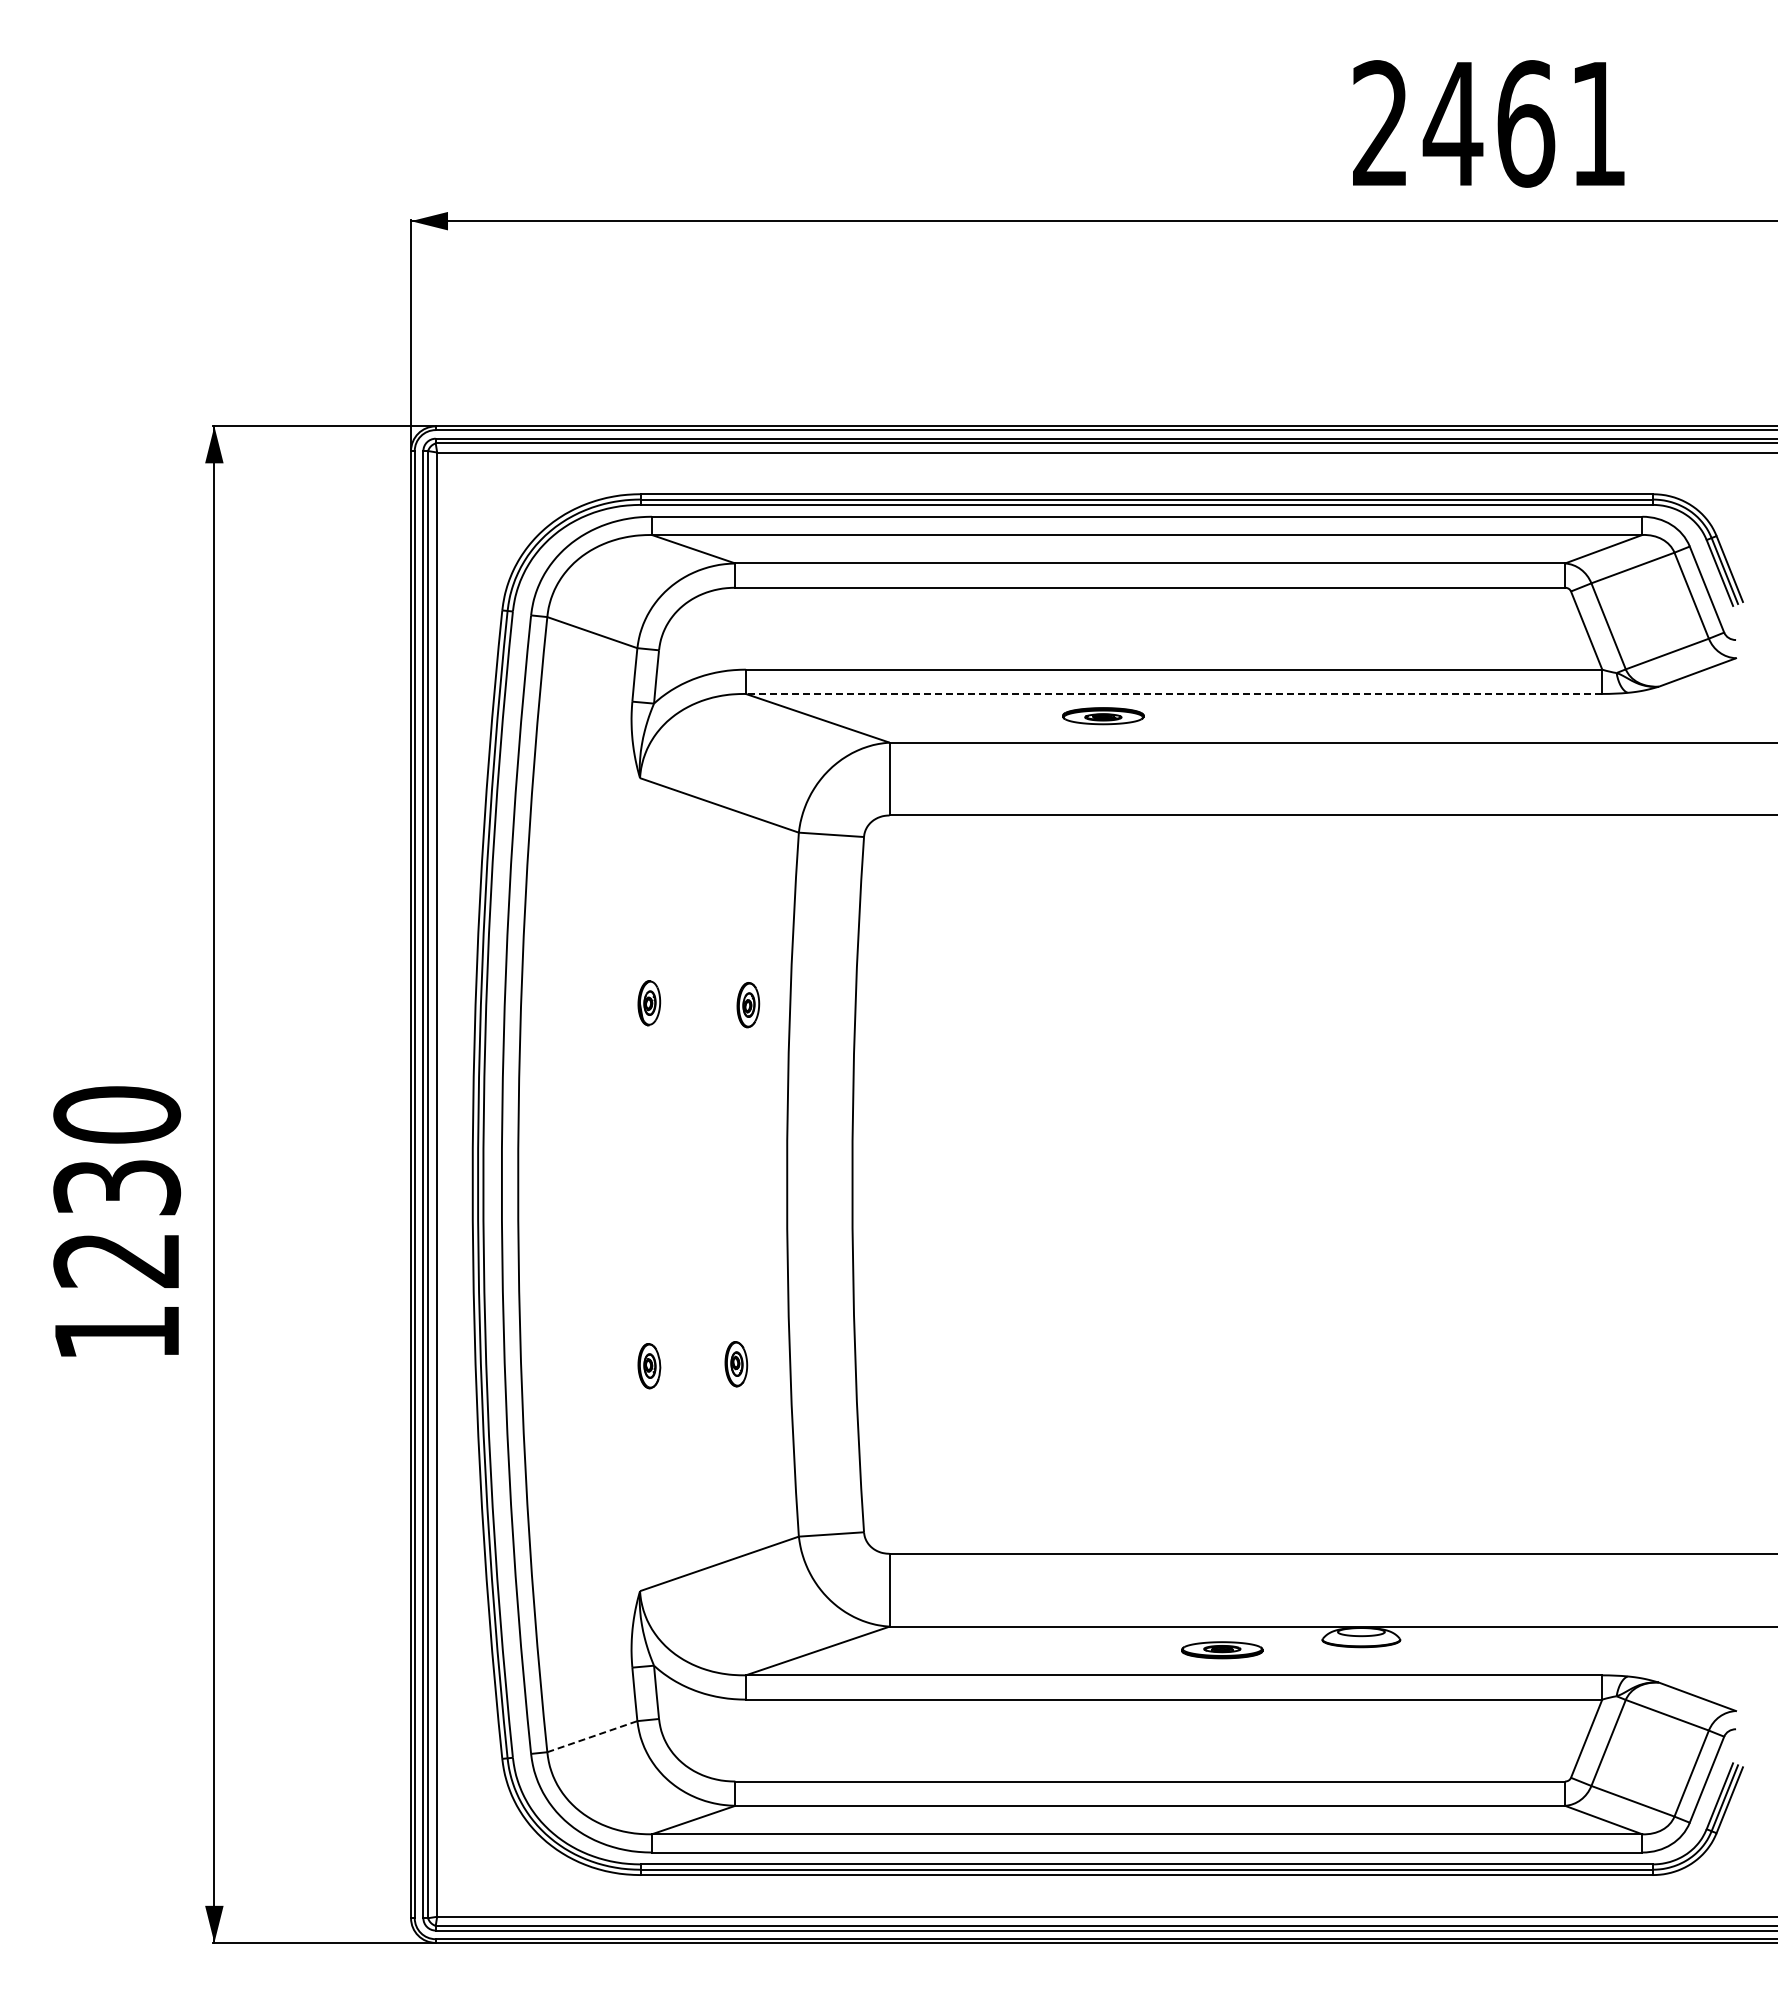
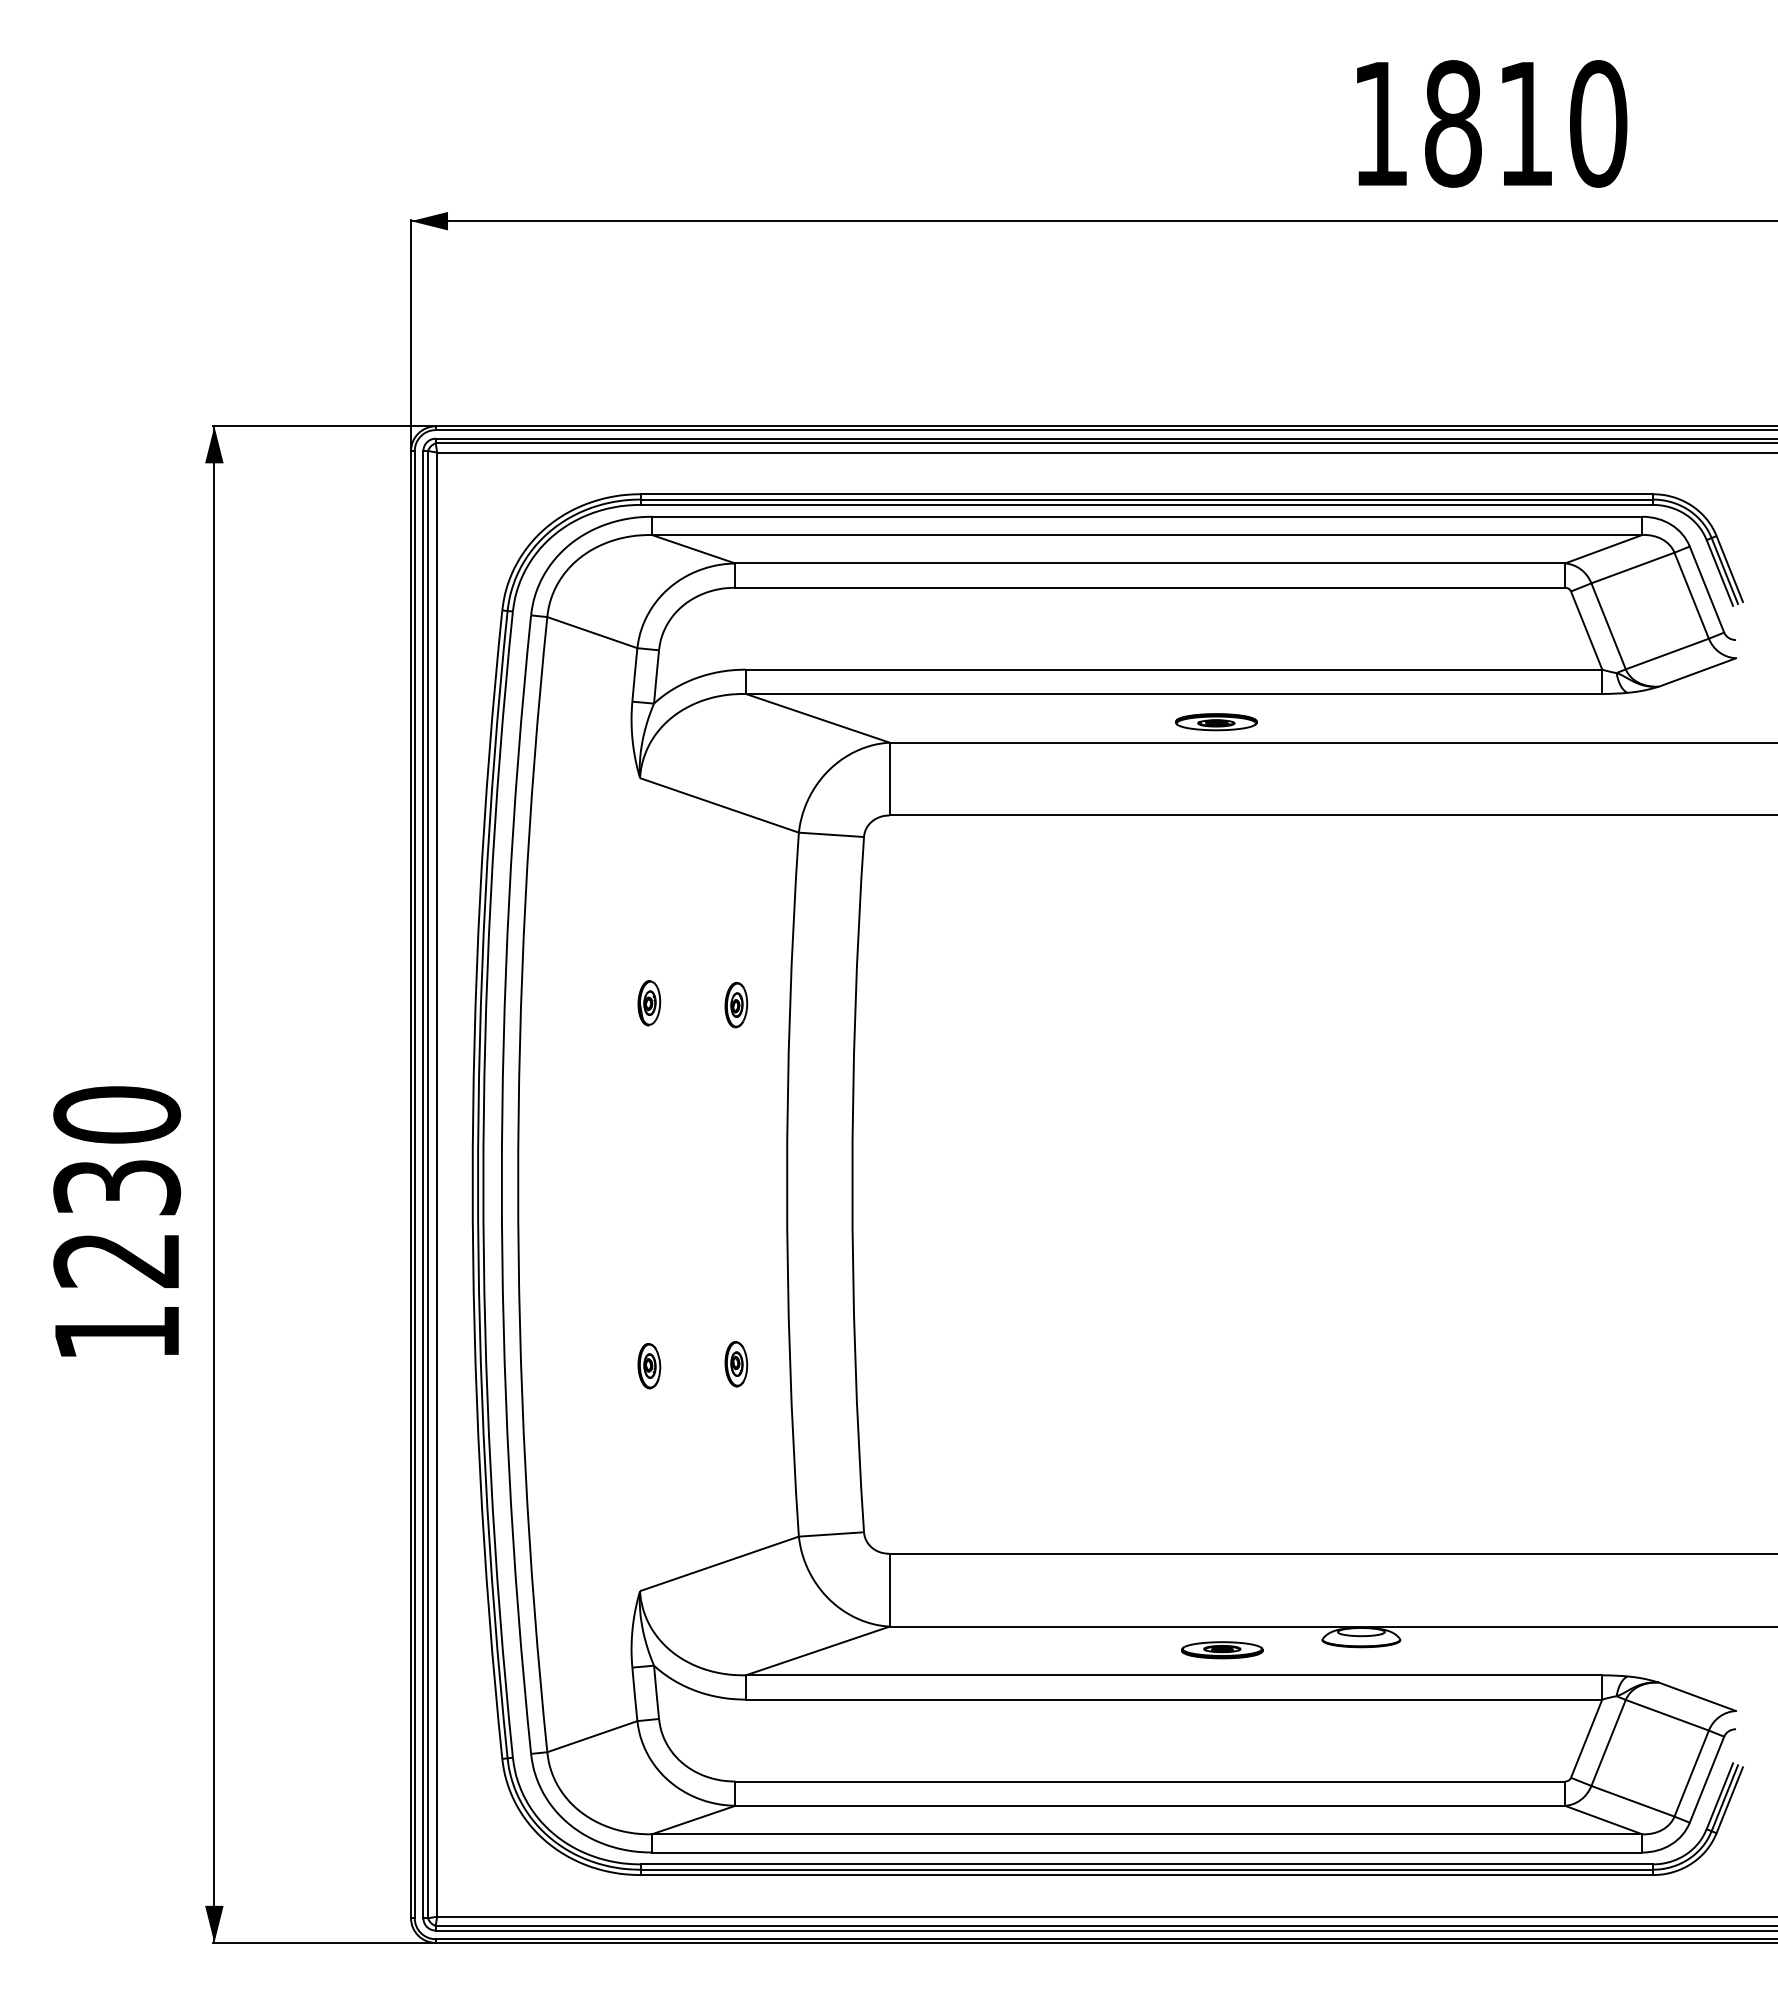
text at (1490, 123): 2461 -> 1810
line at (1173, 693): dashed -> solid
part at (1103, 716) position: (1103, 716) -> (1216, 722)
part at (748, 1005) position: (748, 1005) -> (736, 1005)
line at (593, 1736): dashed -> solid
